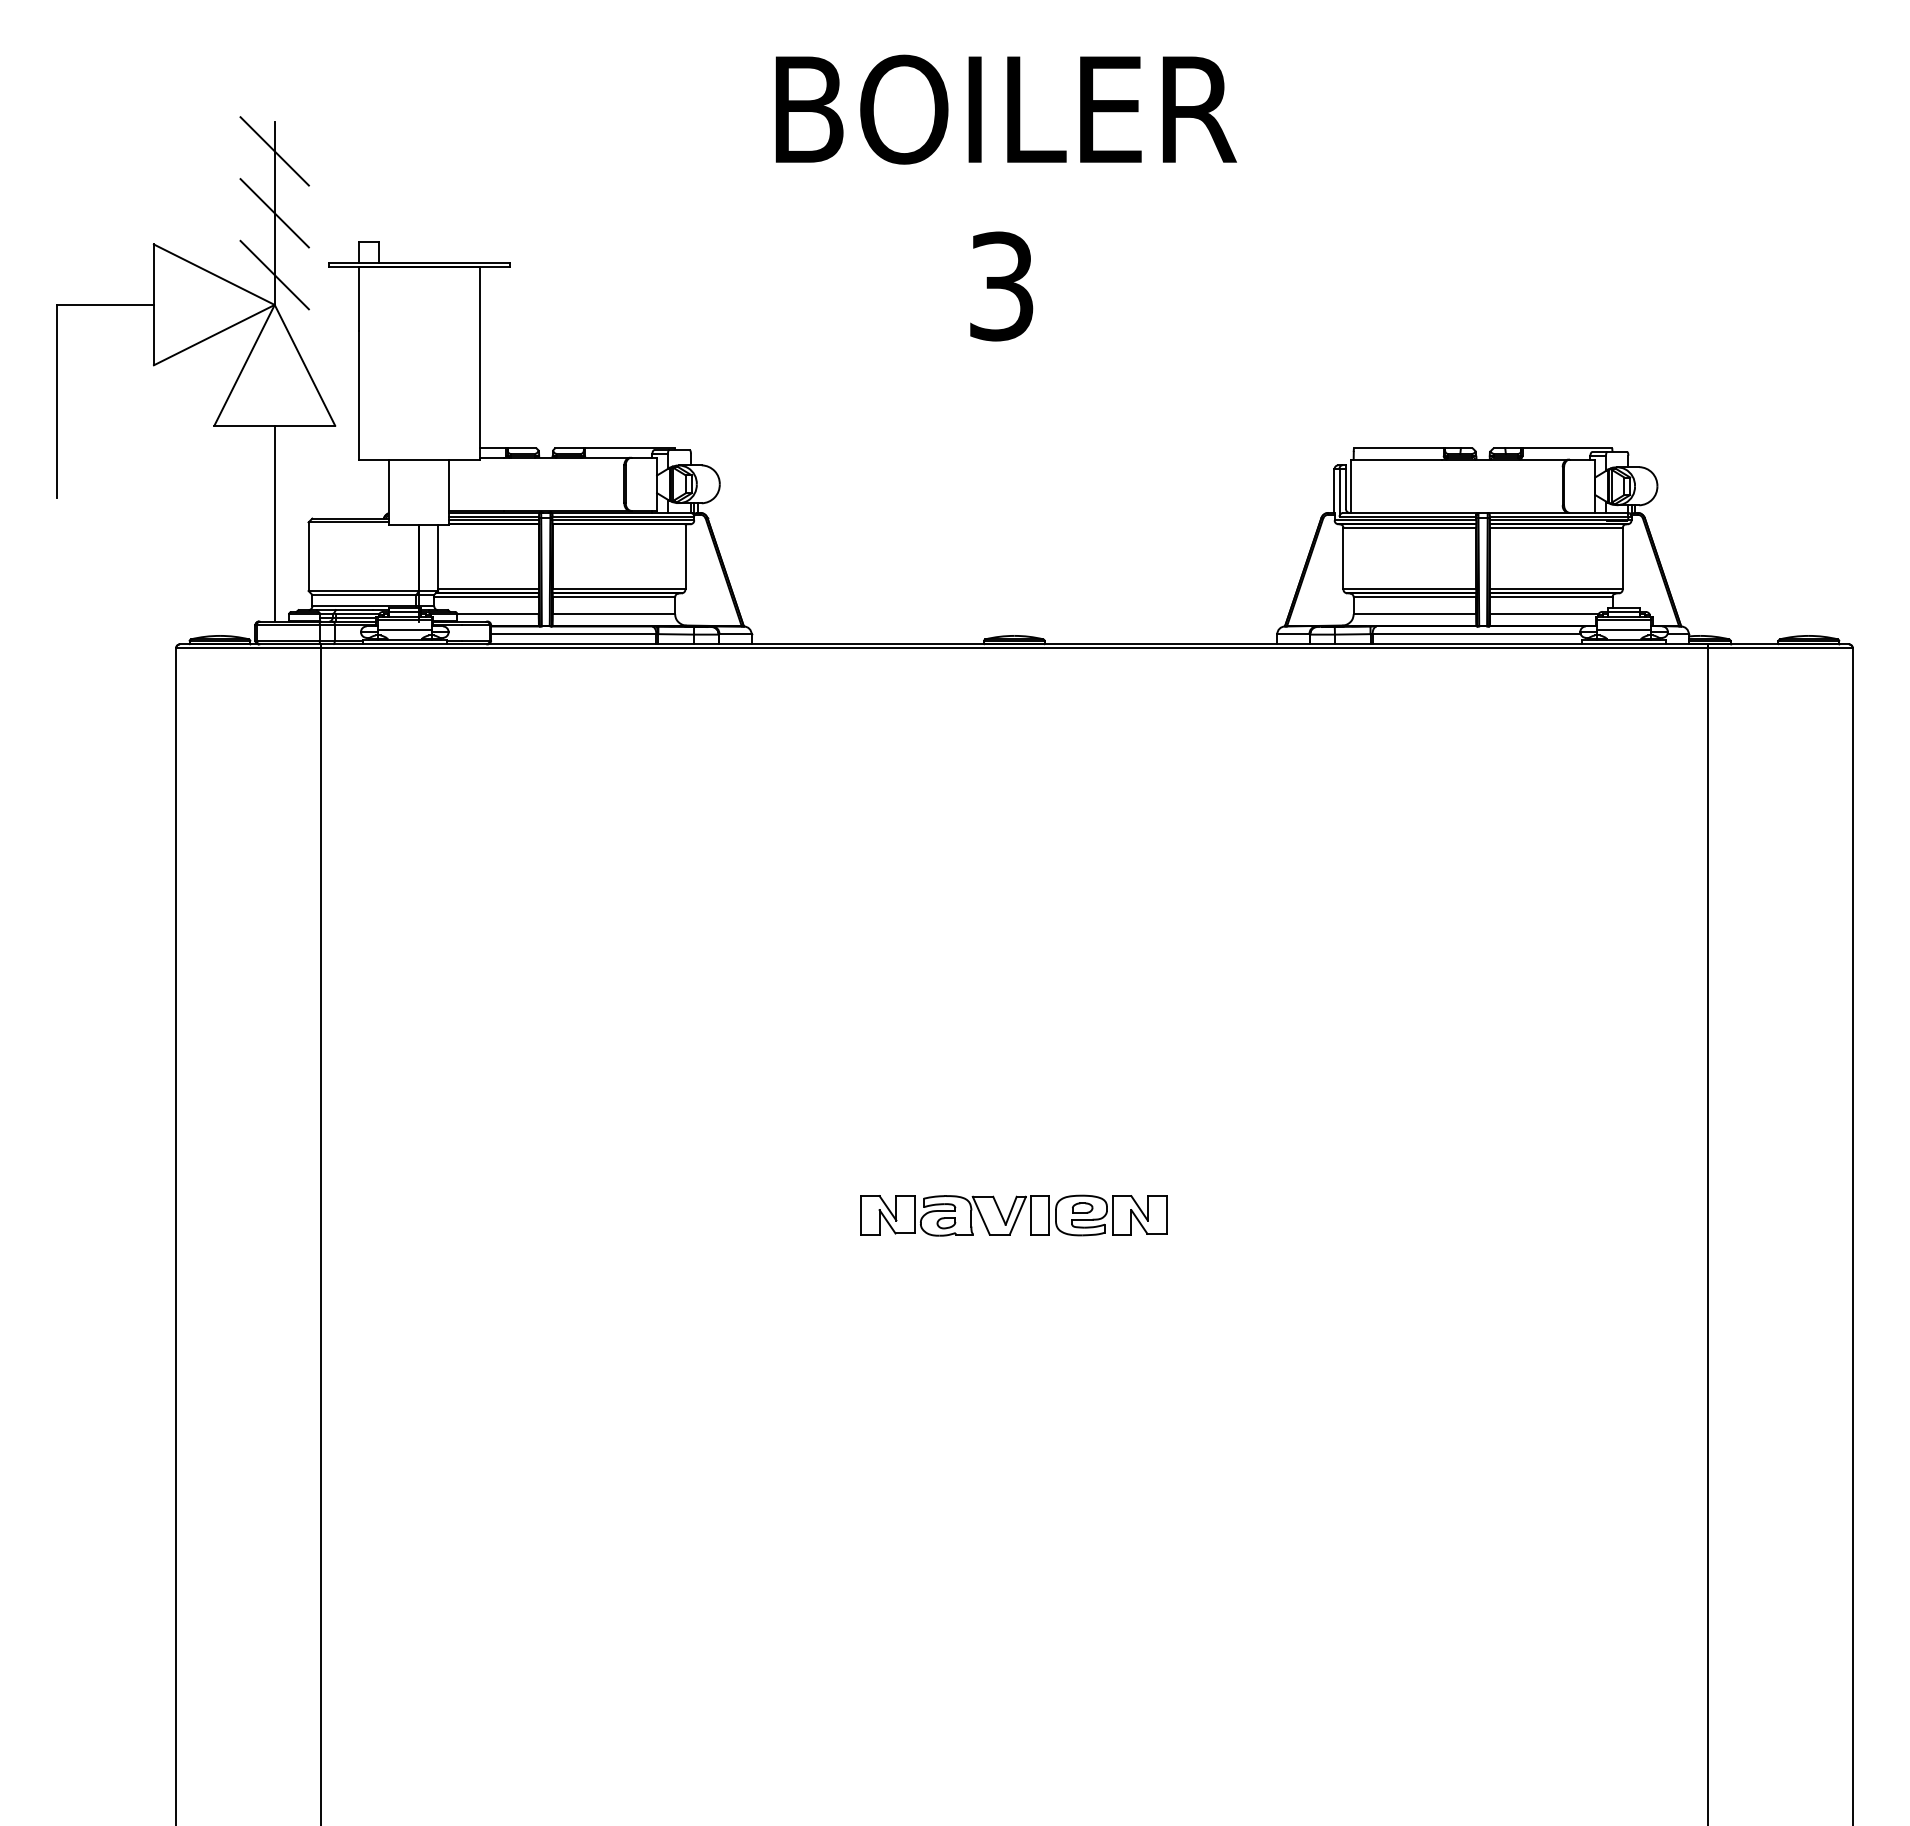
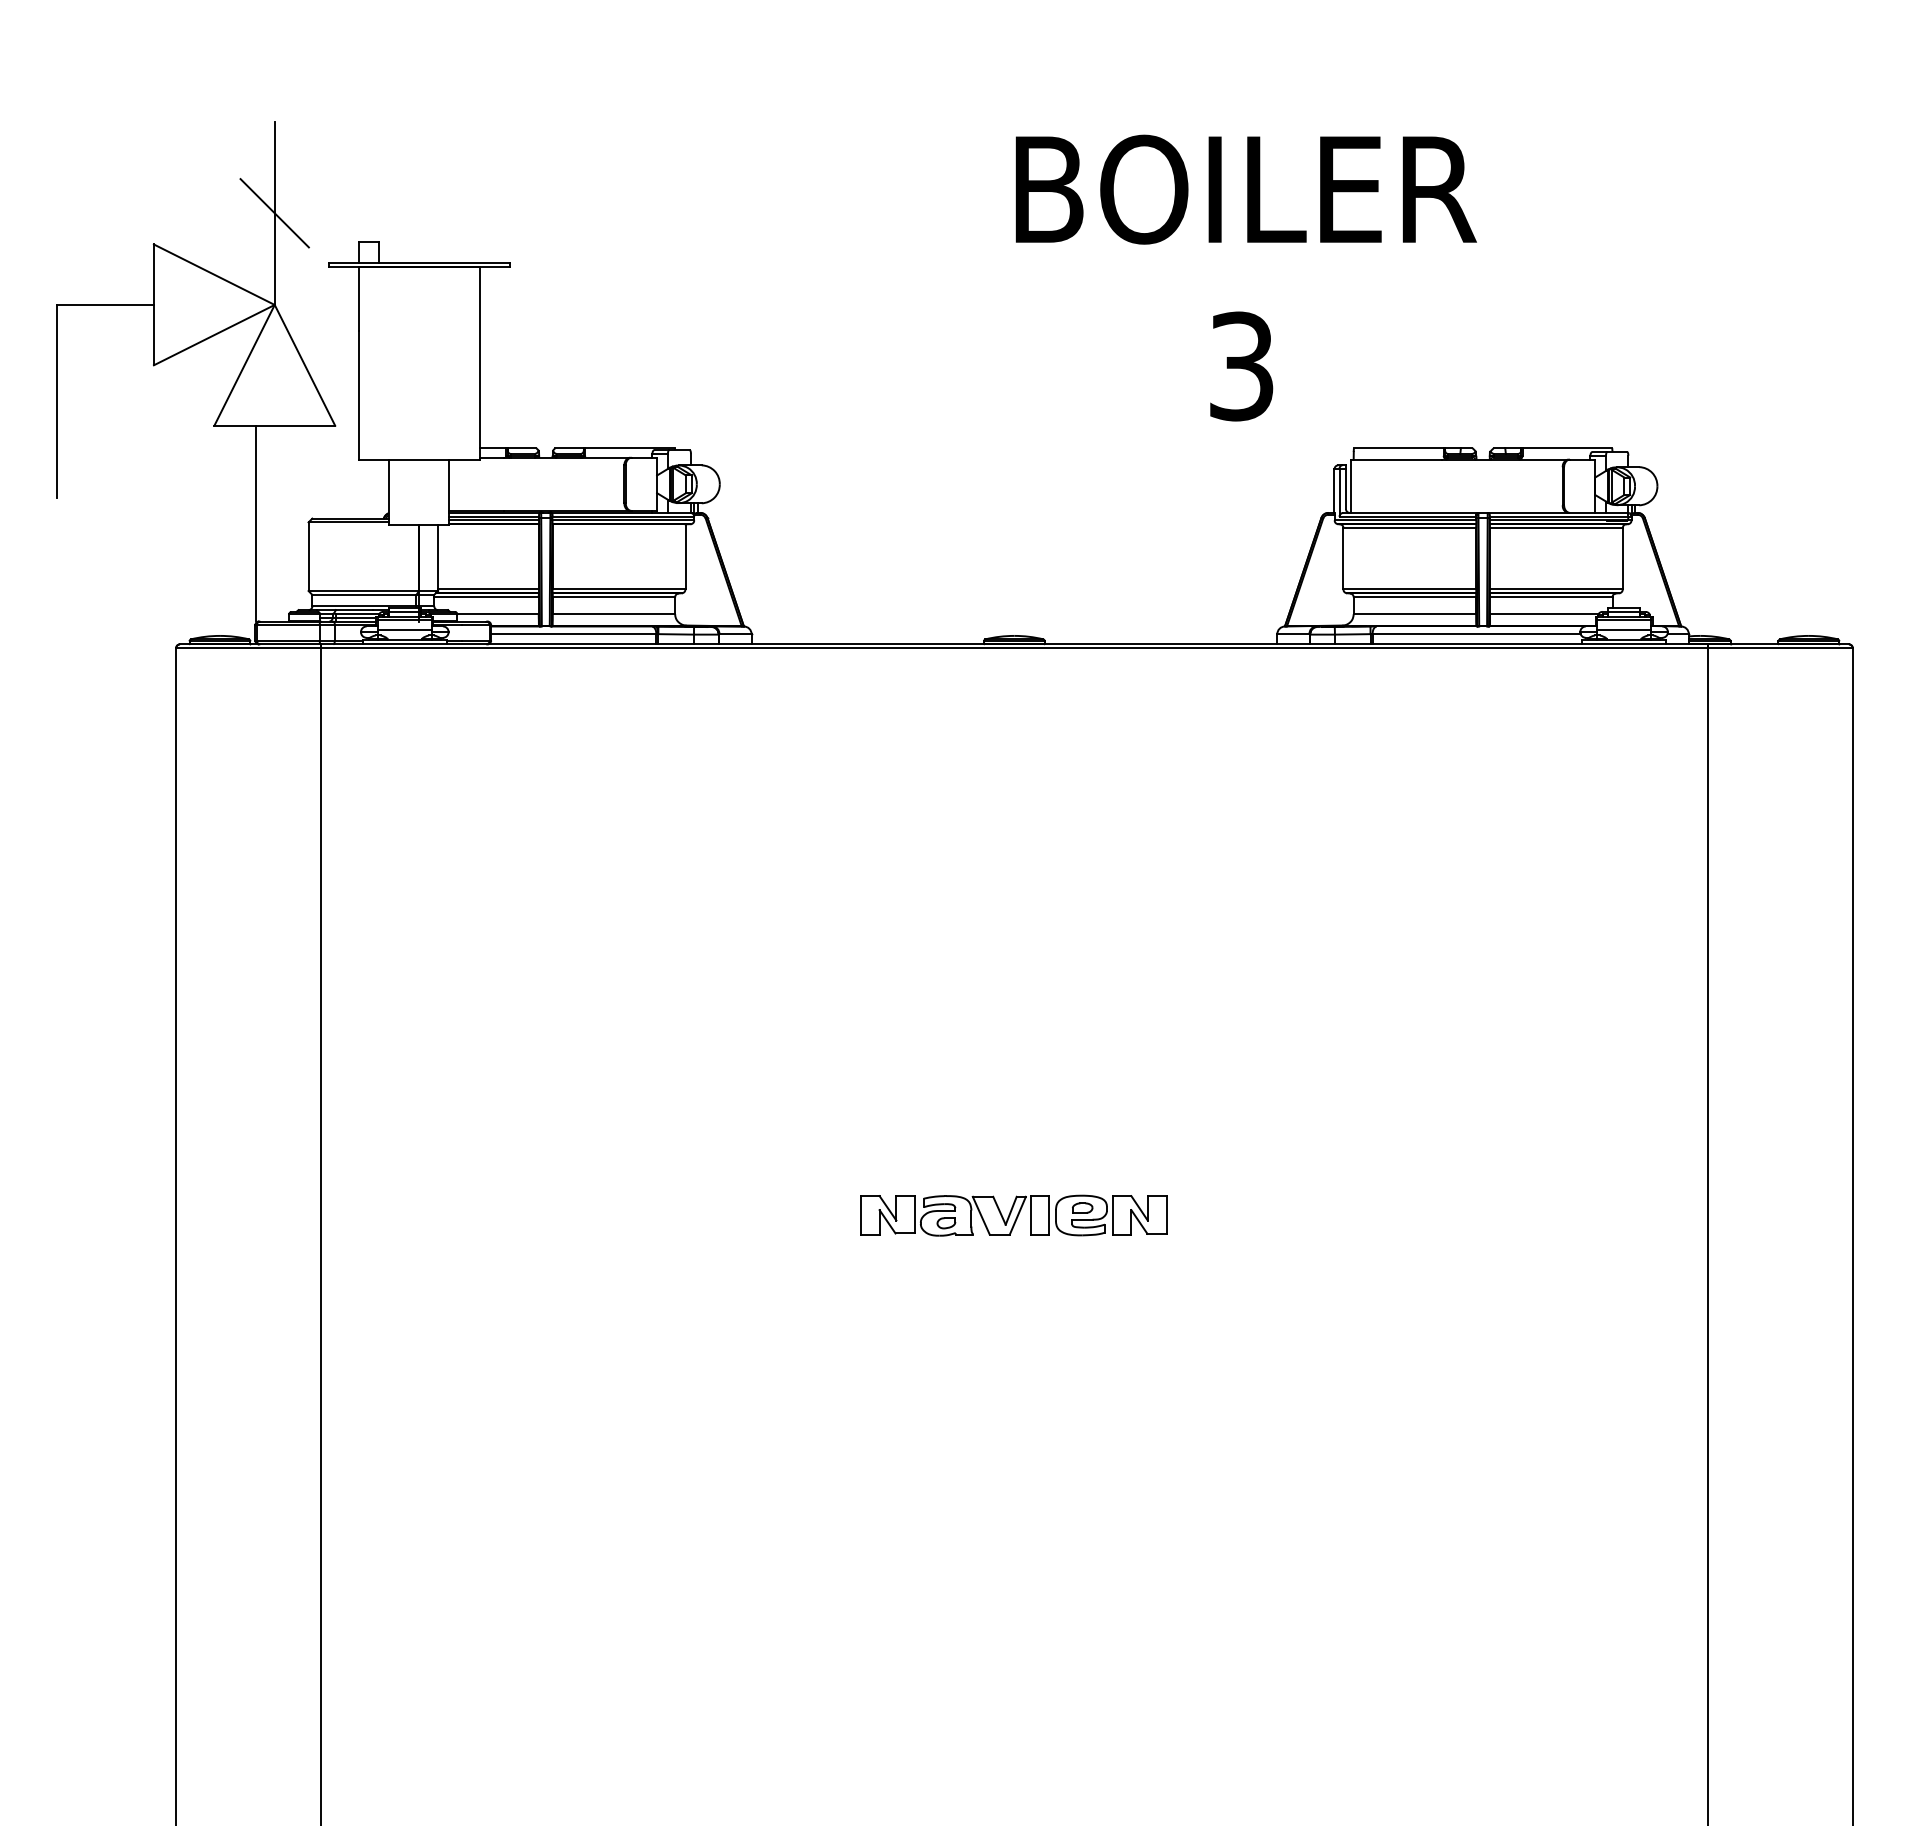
line at (274, 151): present -> none
text at (1005, 197) position: (1005, 197) -> (1245, 277)
line at (274, 274): present -> none
line at (274, 522) position: (274, 522) -> (255, 522)
